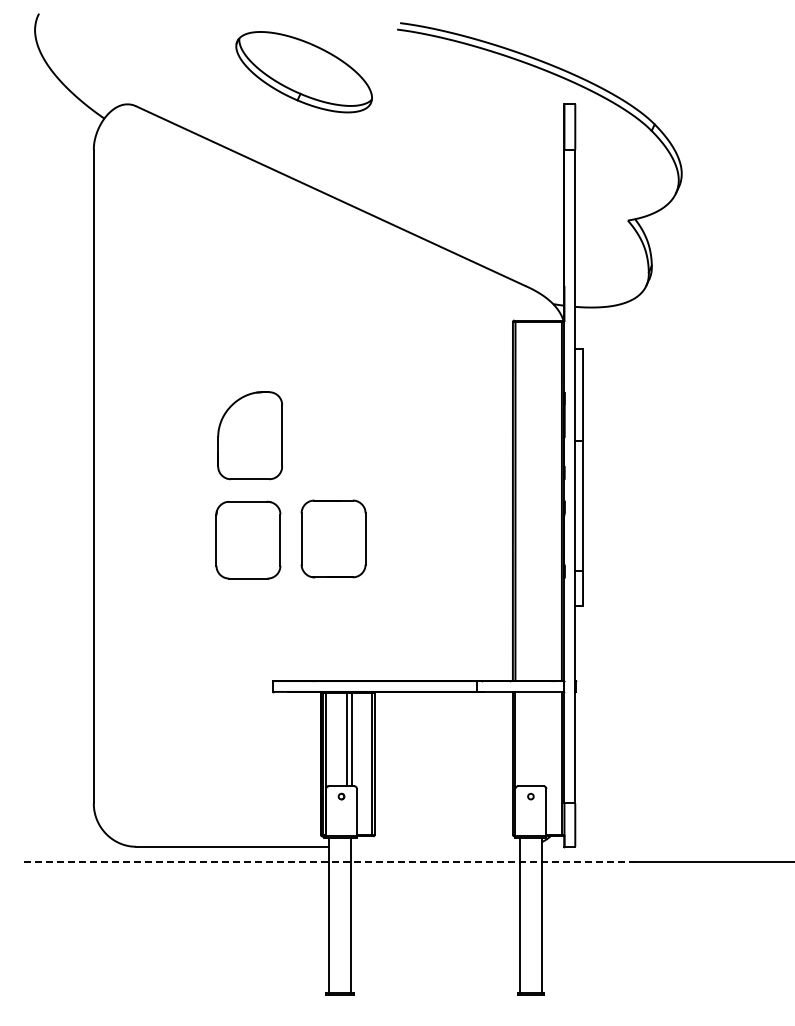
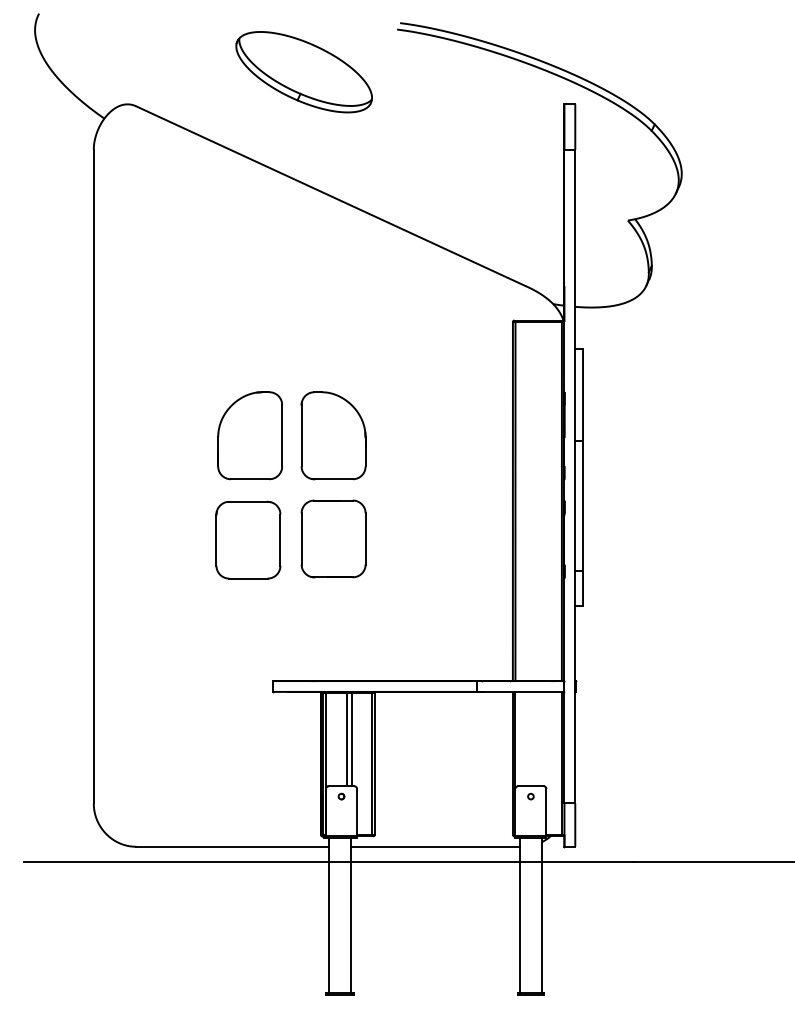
part at (333, 435): none -> present
line at (435, 846): none -> present
line at (328, 862): dashed -> solid
